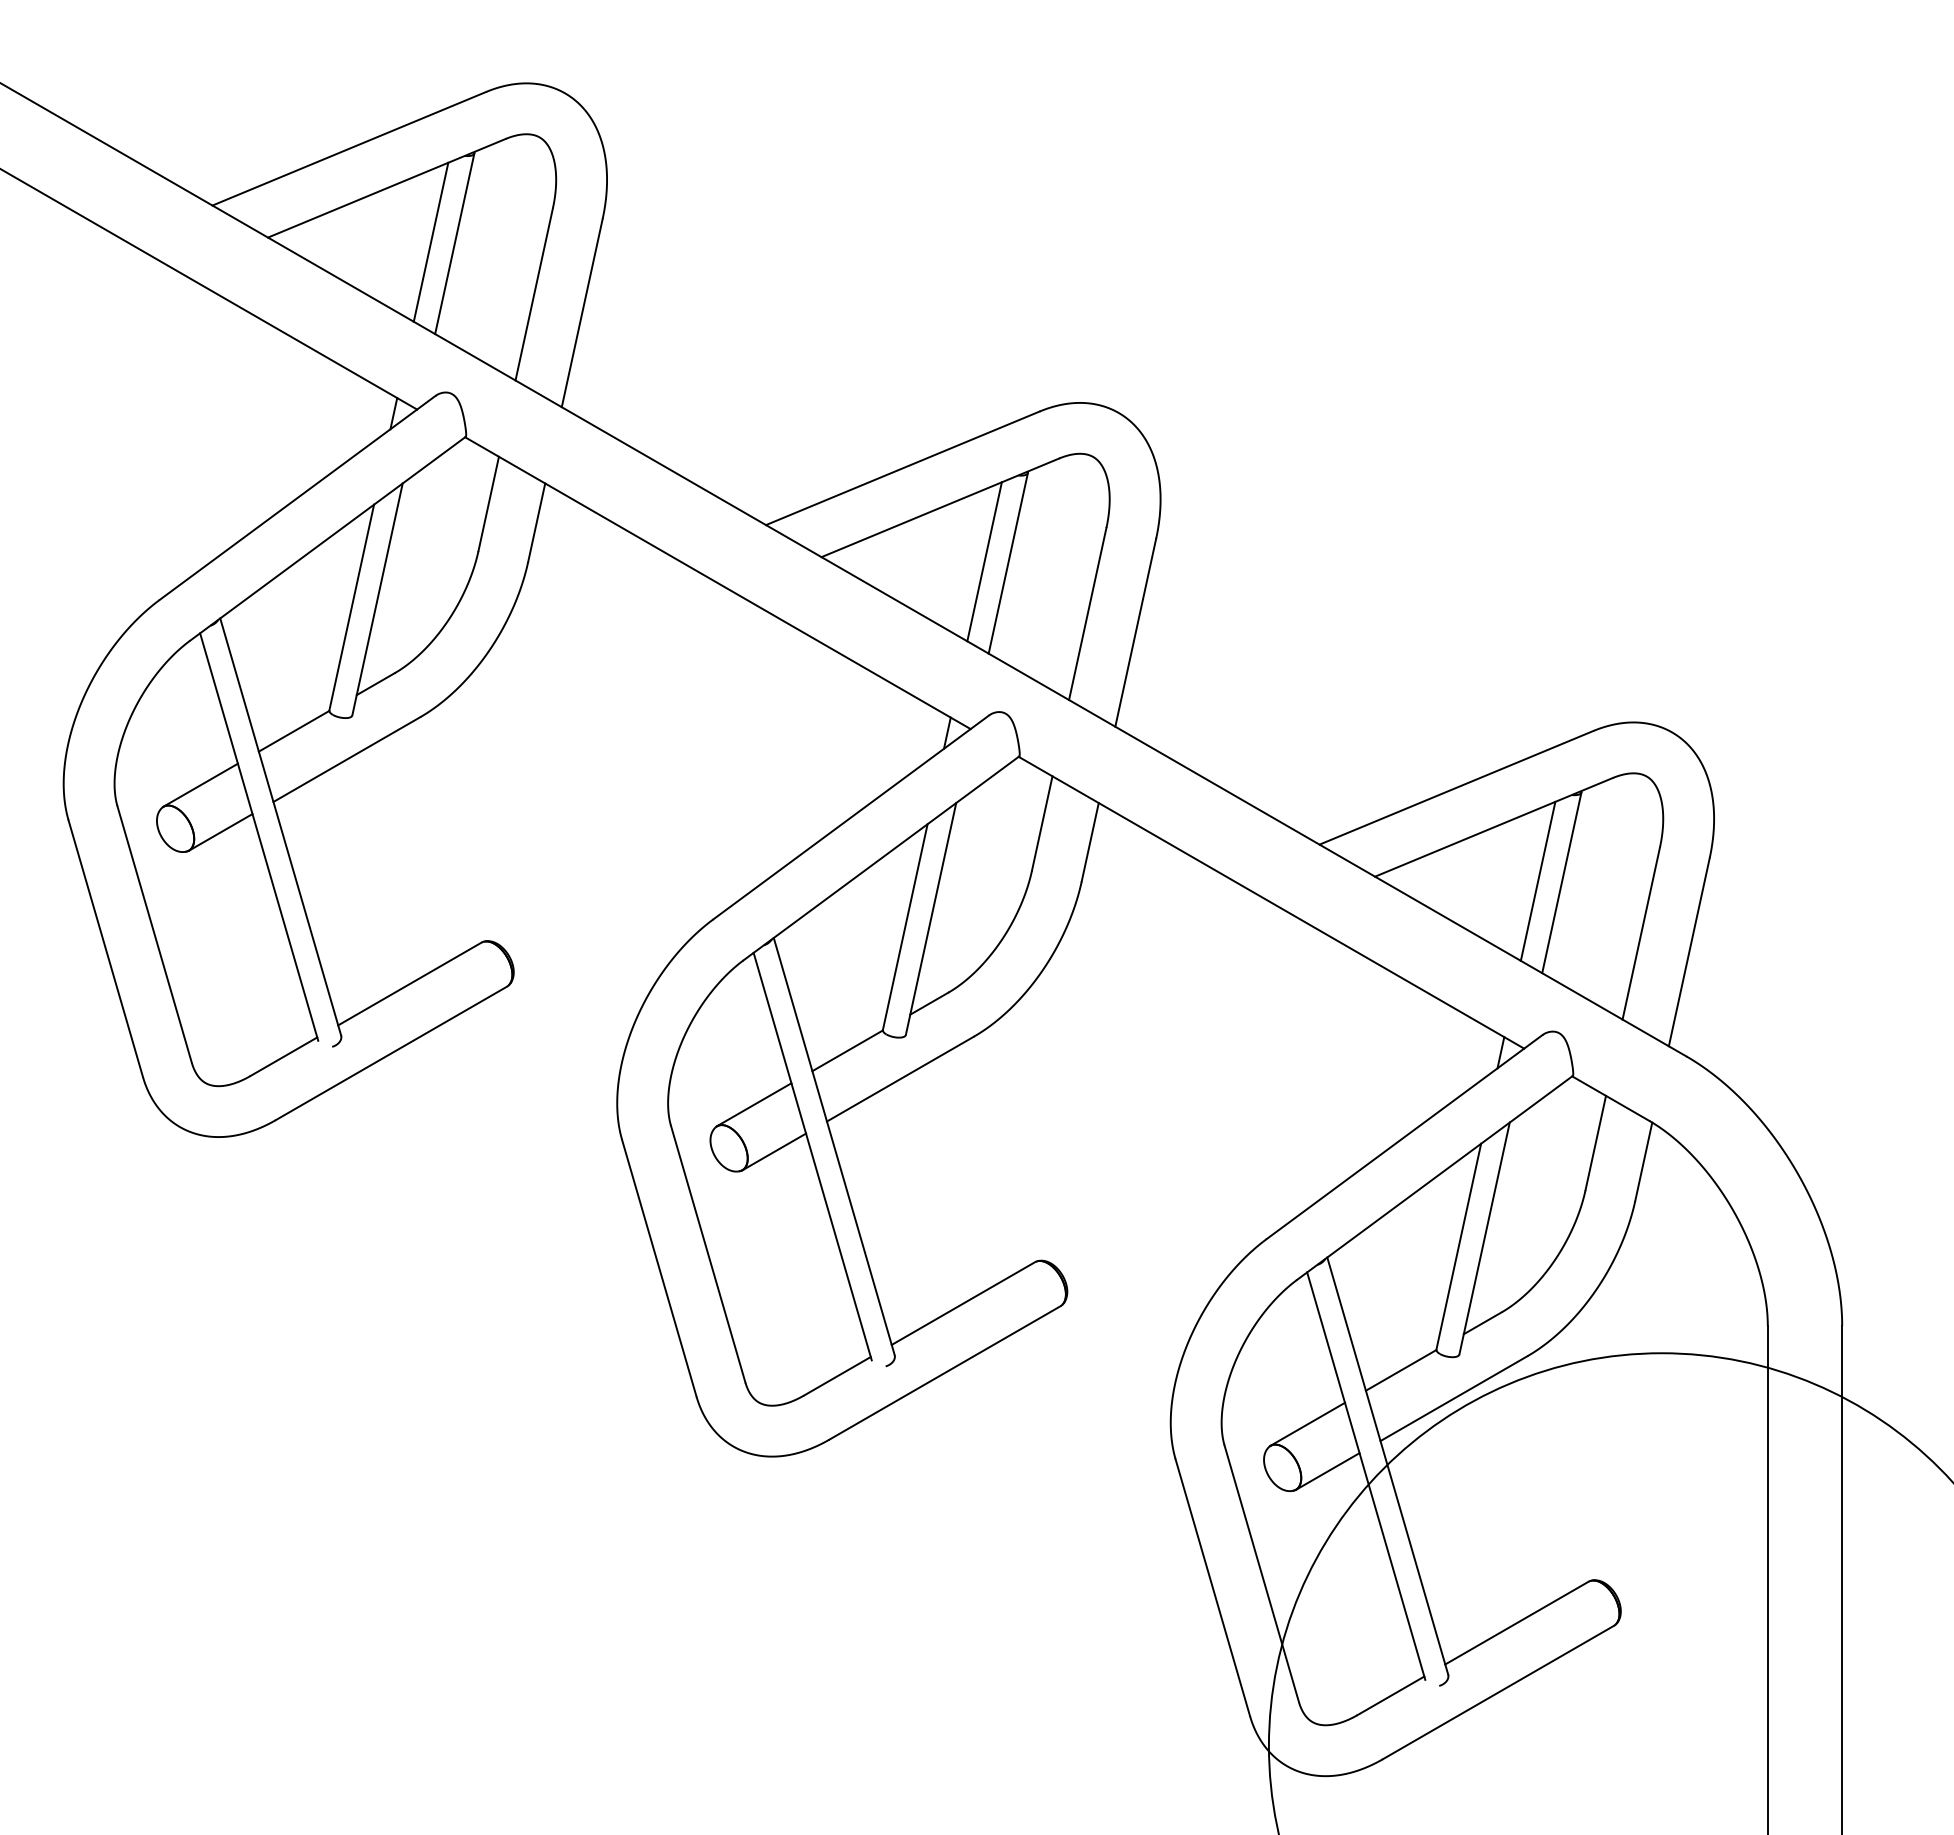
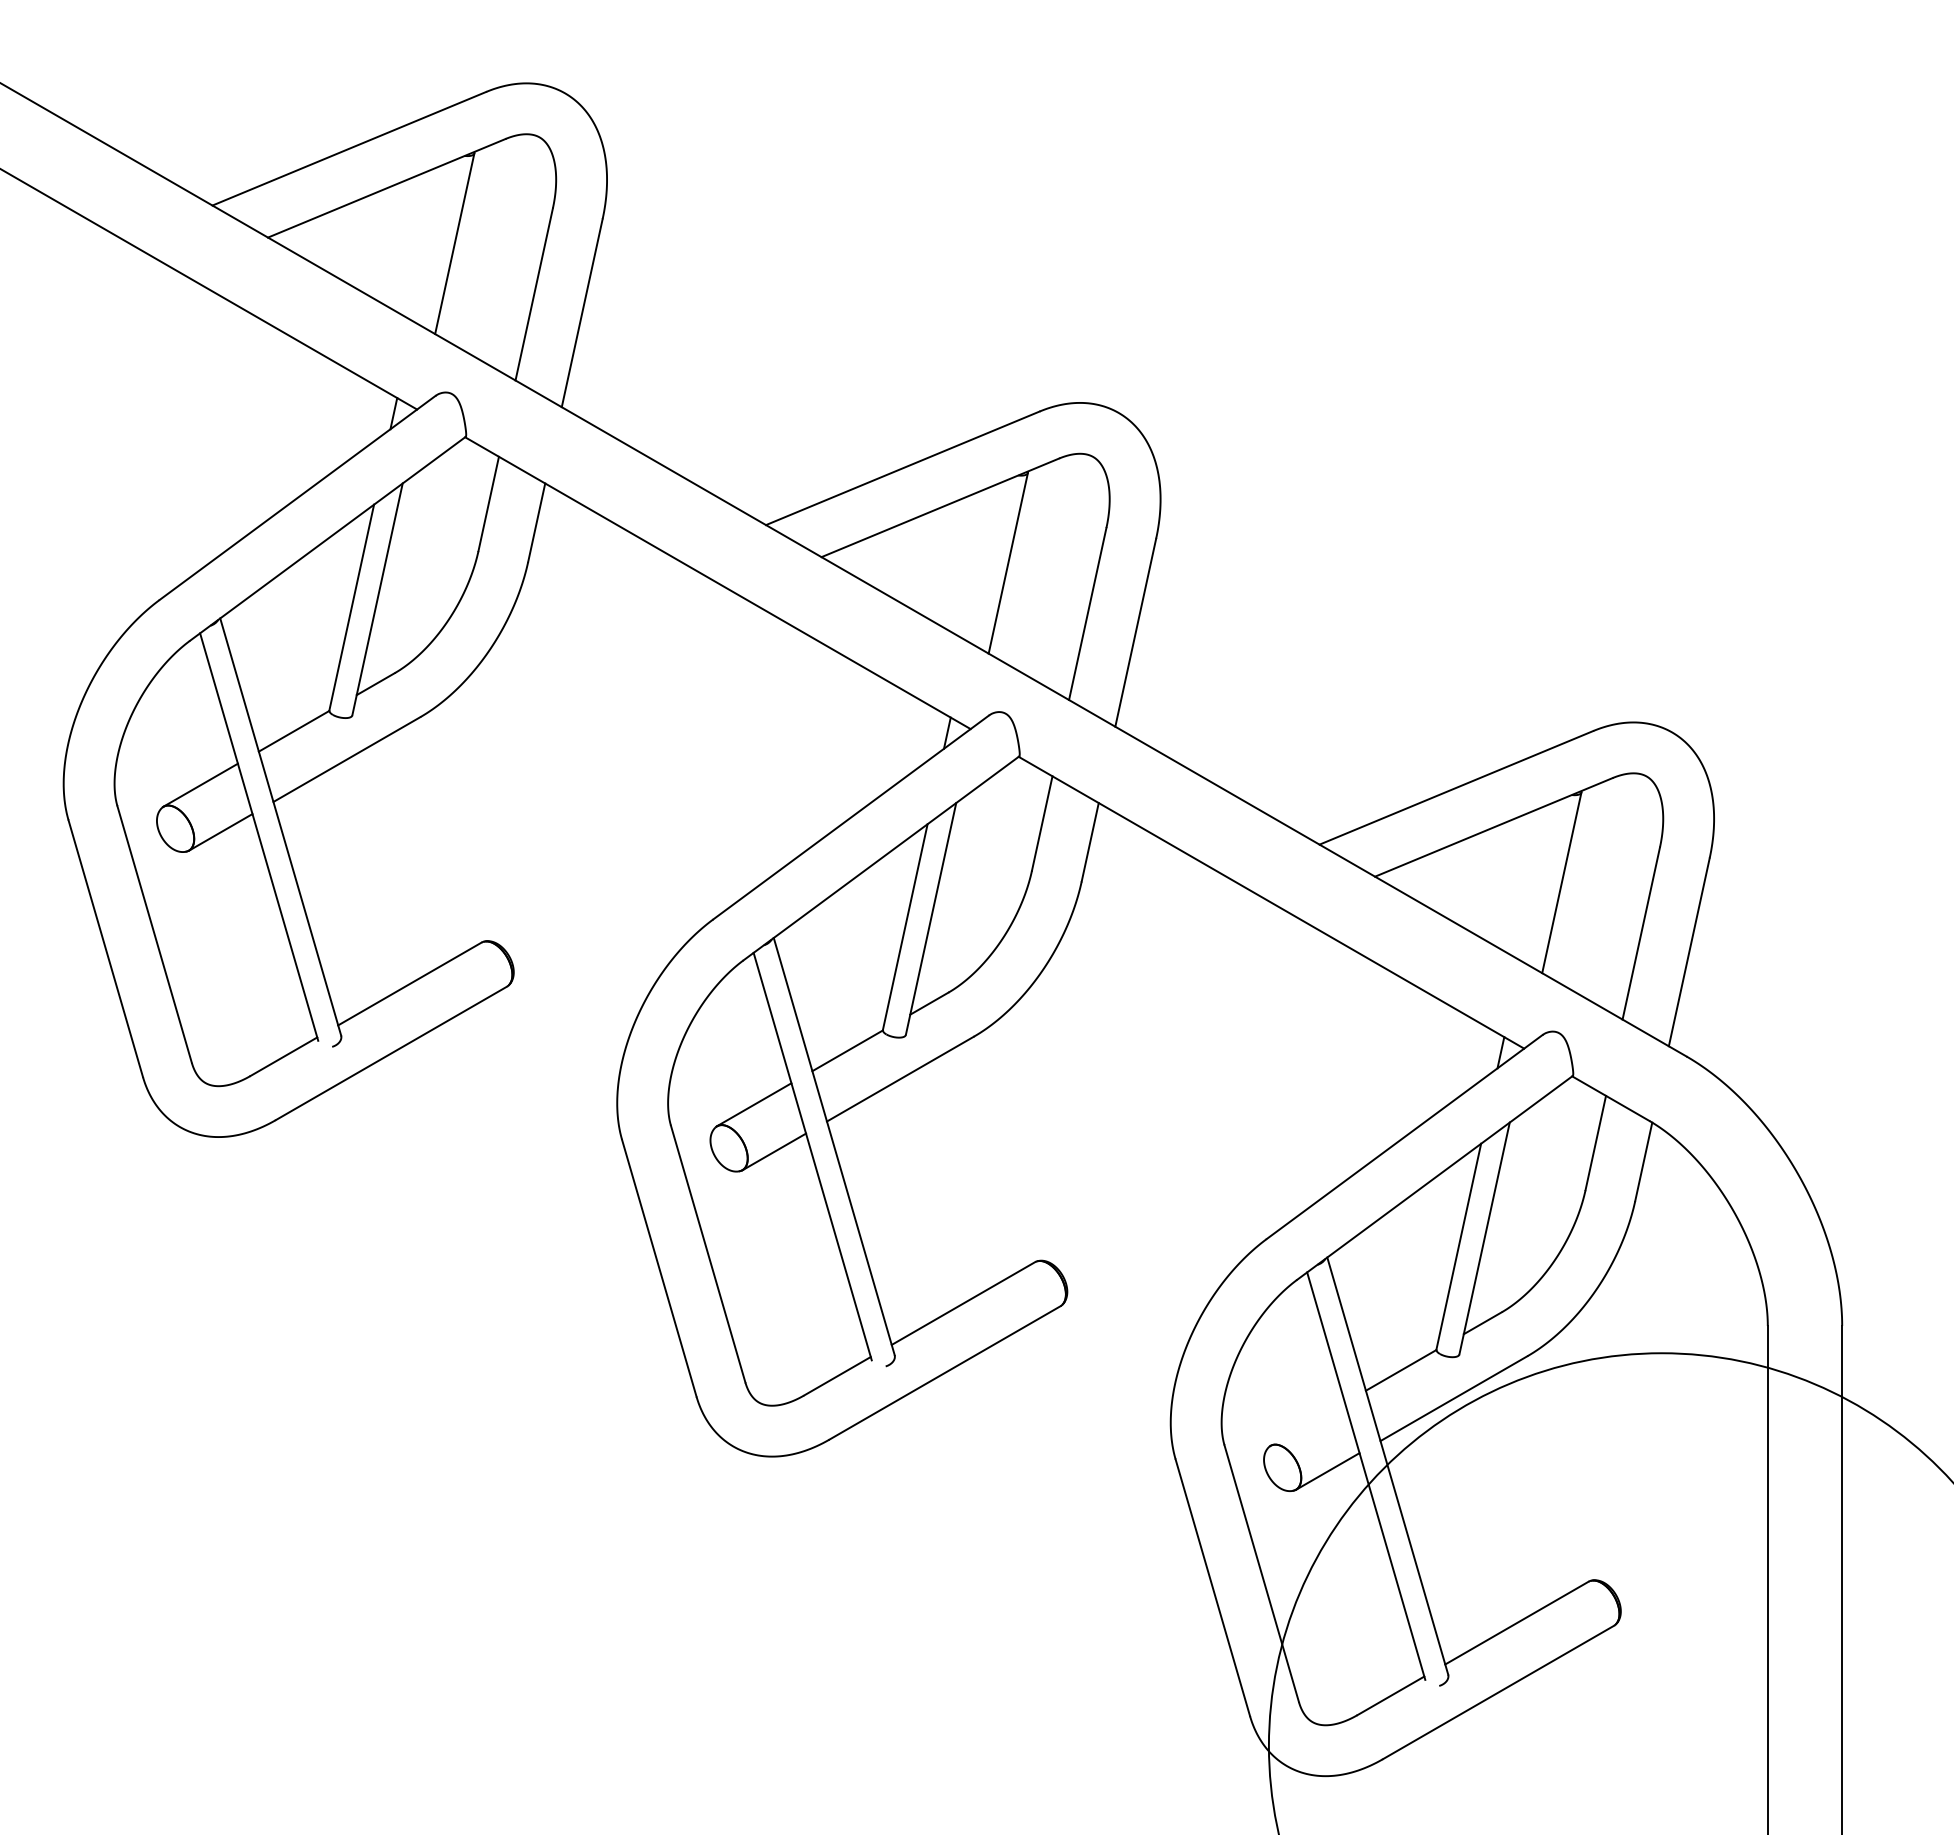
line at (430, 241): present -> none
line at (984, 561): present -> none
line at (1537, 880): present -> none
line at (1307, 1423): present -> none
